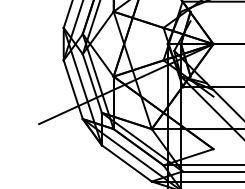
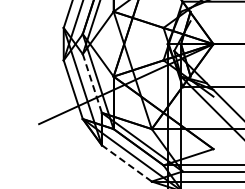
line at (92, 83): solid -> dashed
line at (126, 163): solid -> dashed
